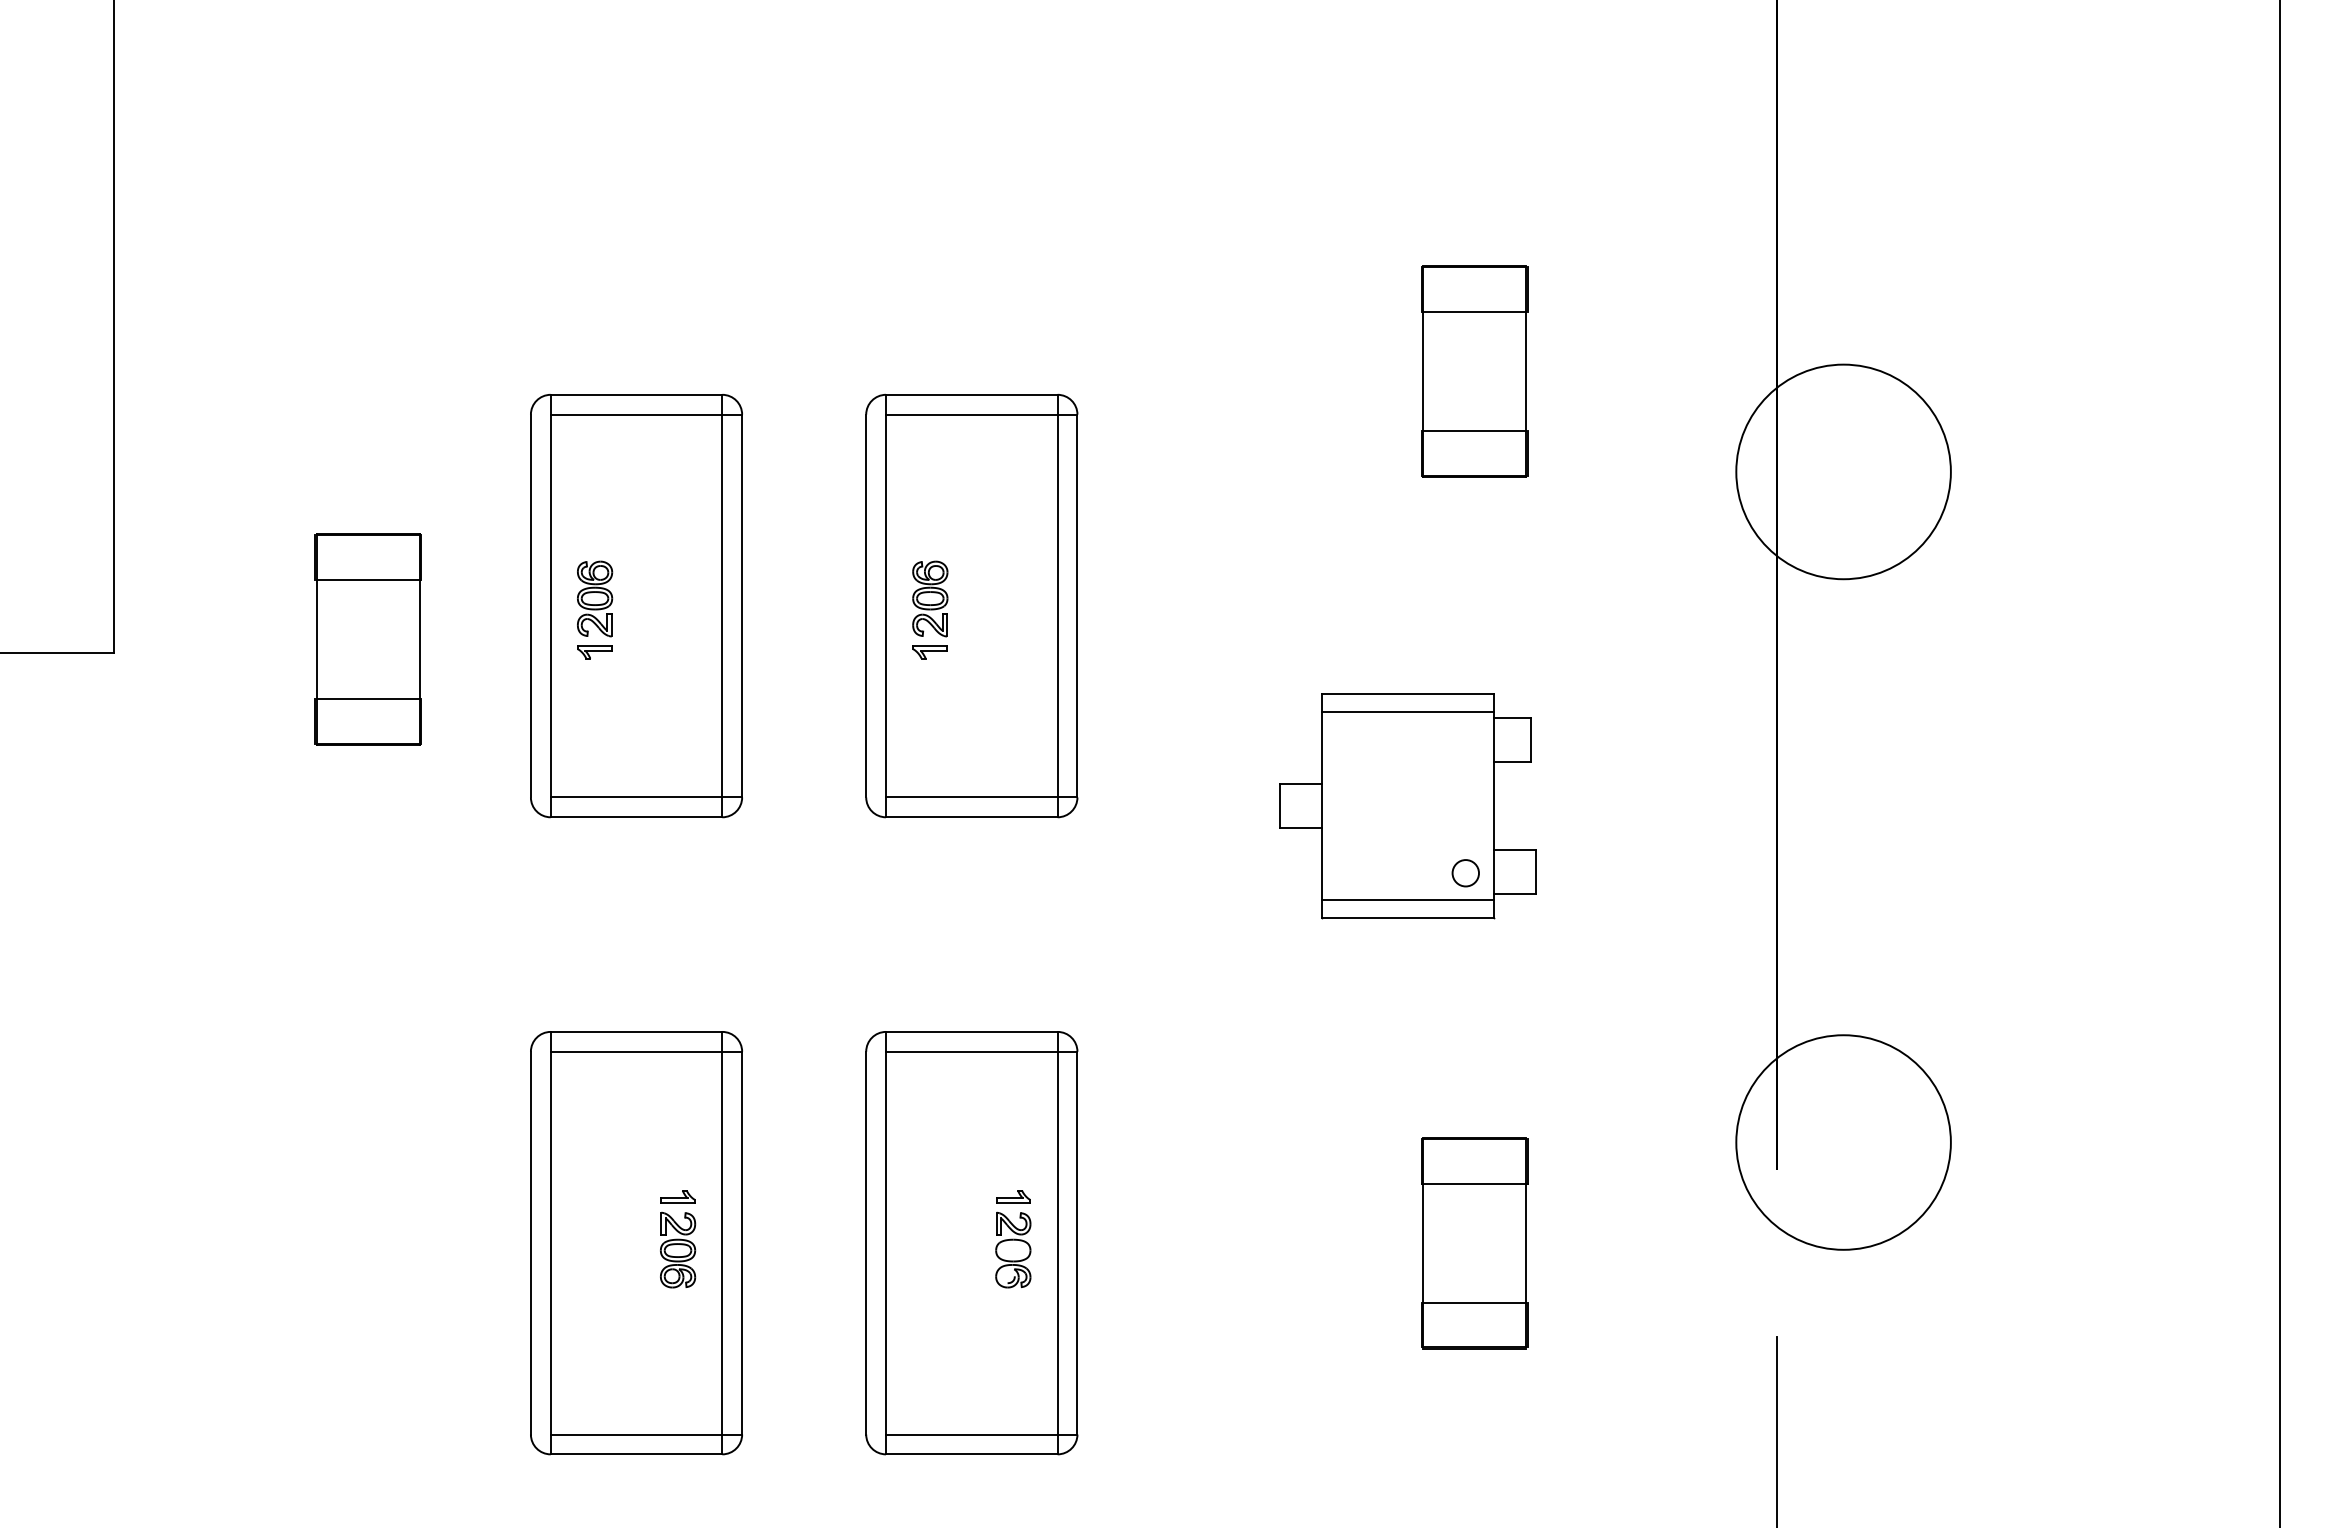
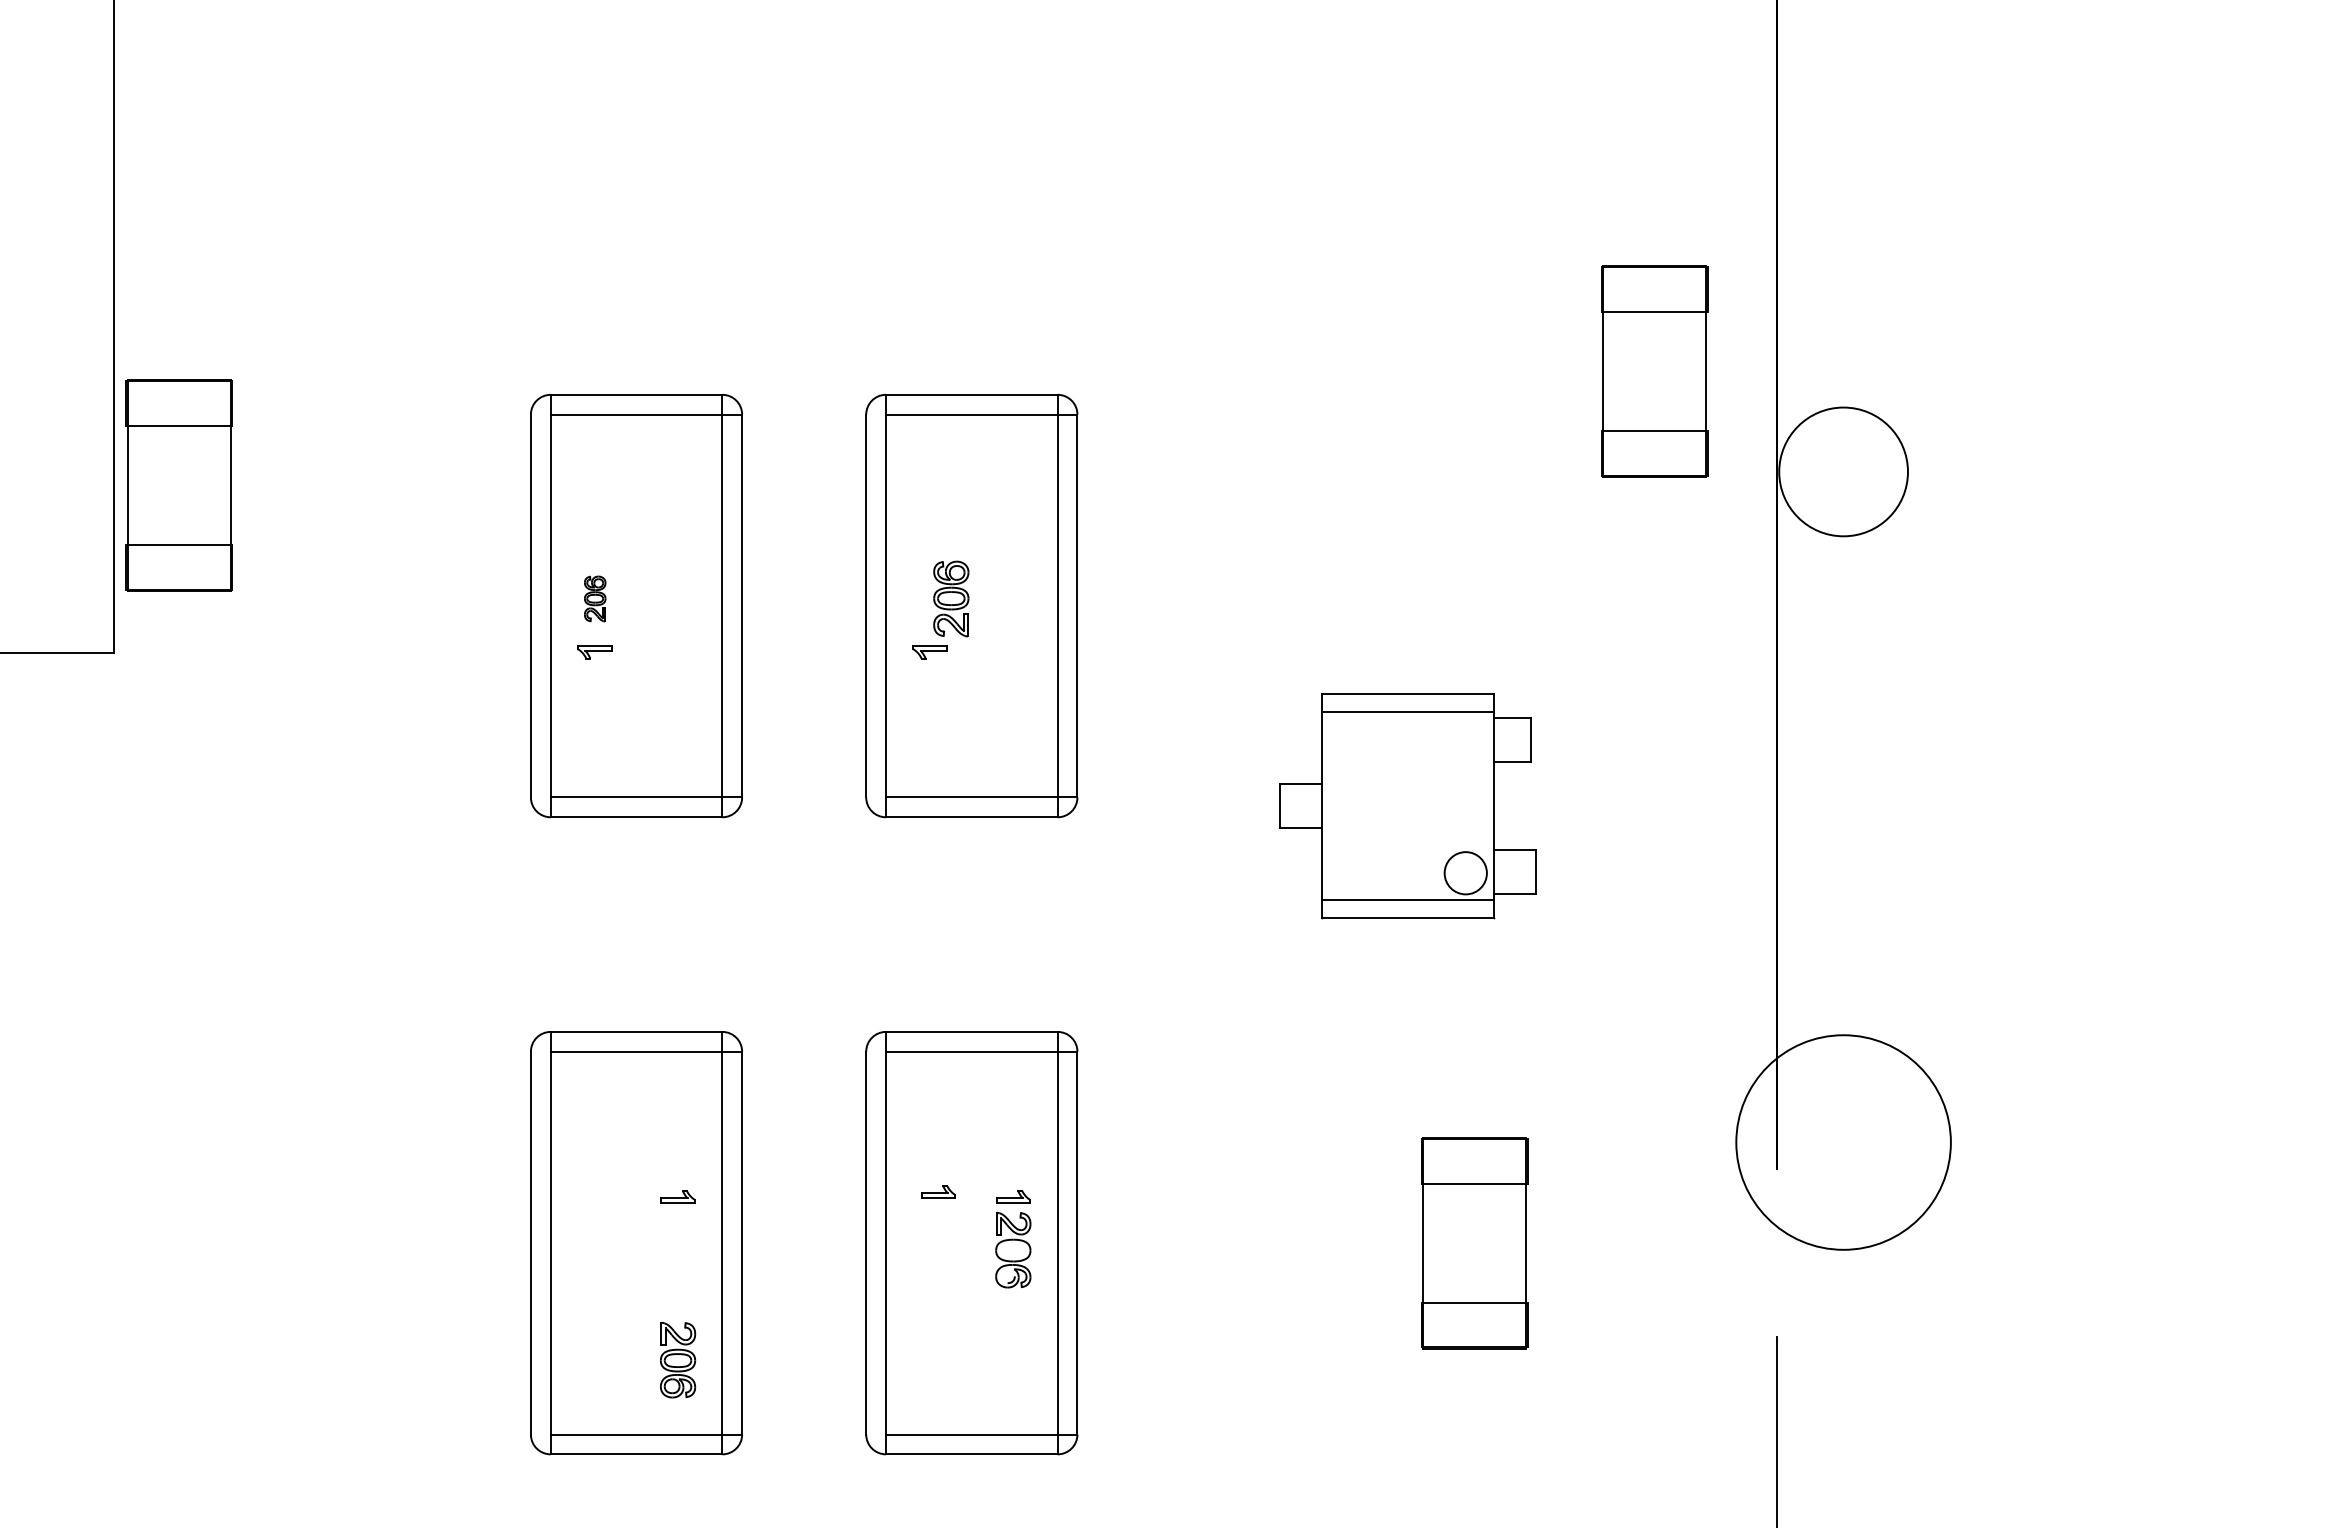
part at (1474, 371) position: (1474, 371) -> (1654, 371)
circle at (1843, 471) diameter: 215 px -> 129 px
part at (595, 598) size: 37x78 px -> 23x48 px
part at (930, 598) position: (930, 598) -> (951, 598)
part at (367, 639) position: (367, 639) -> (178, 485)
line at (2279, 763): present -> none
circle at (1465, 873) diameter: 26 px -> 42 px
part at (938, 1191): none -> present
part at (678, 1249) position: (678, 1249) -> (678, 1359)
